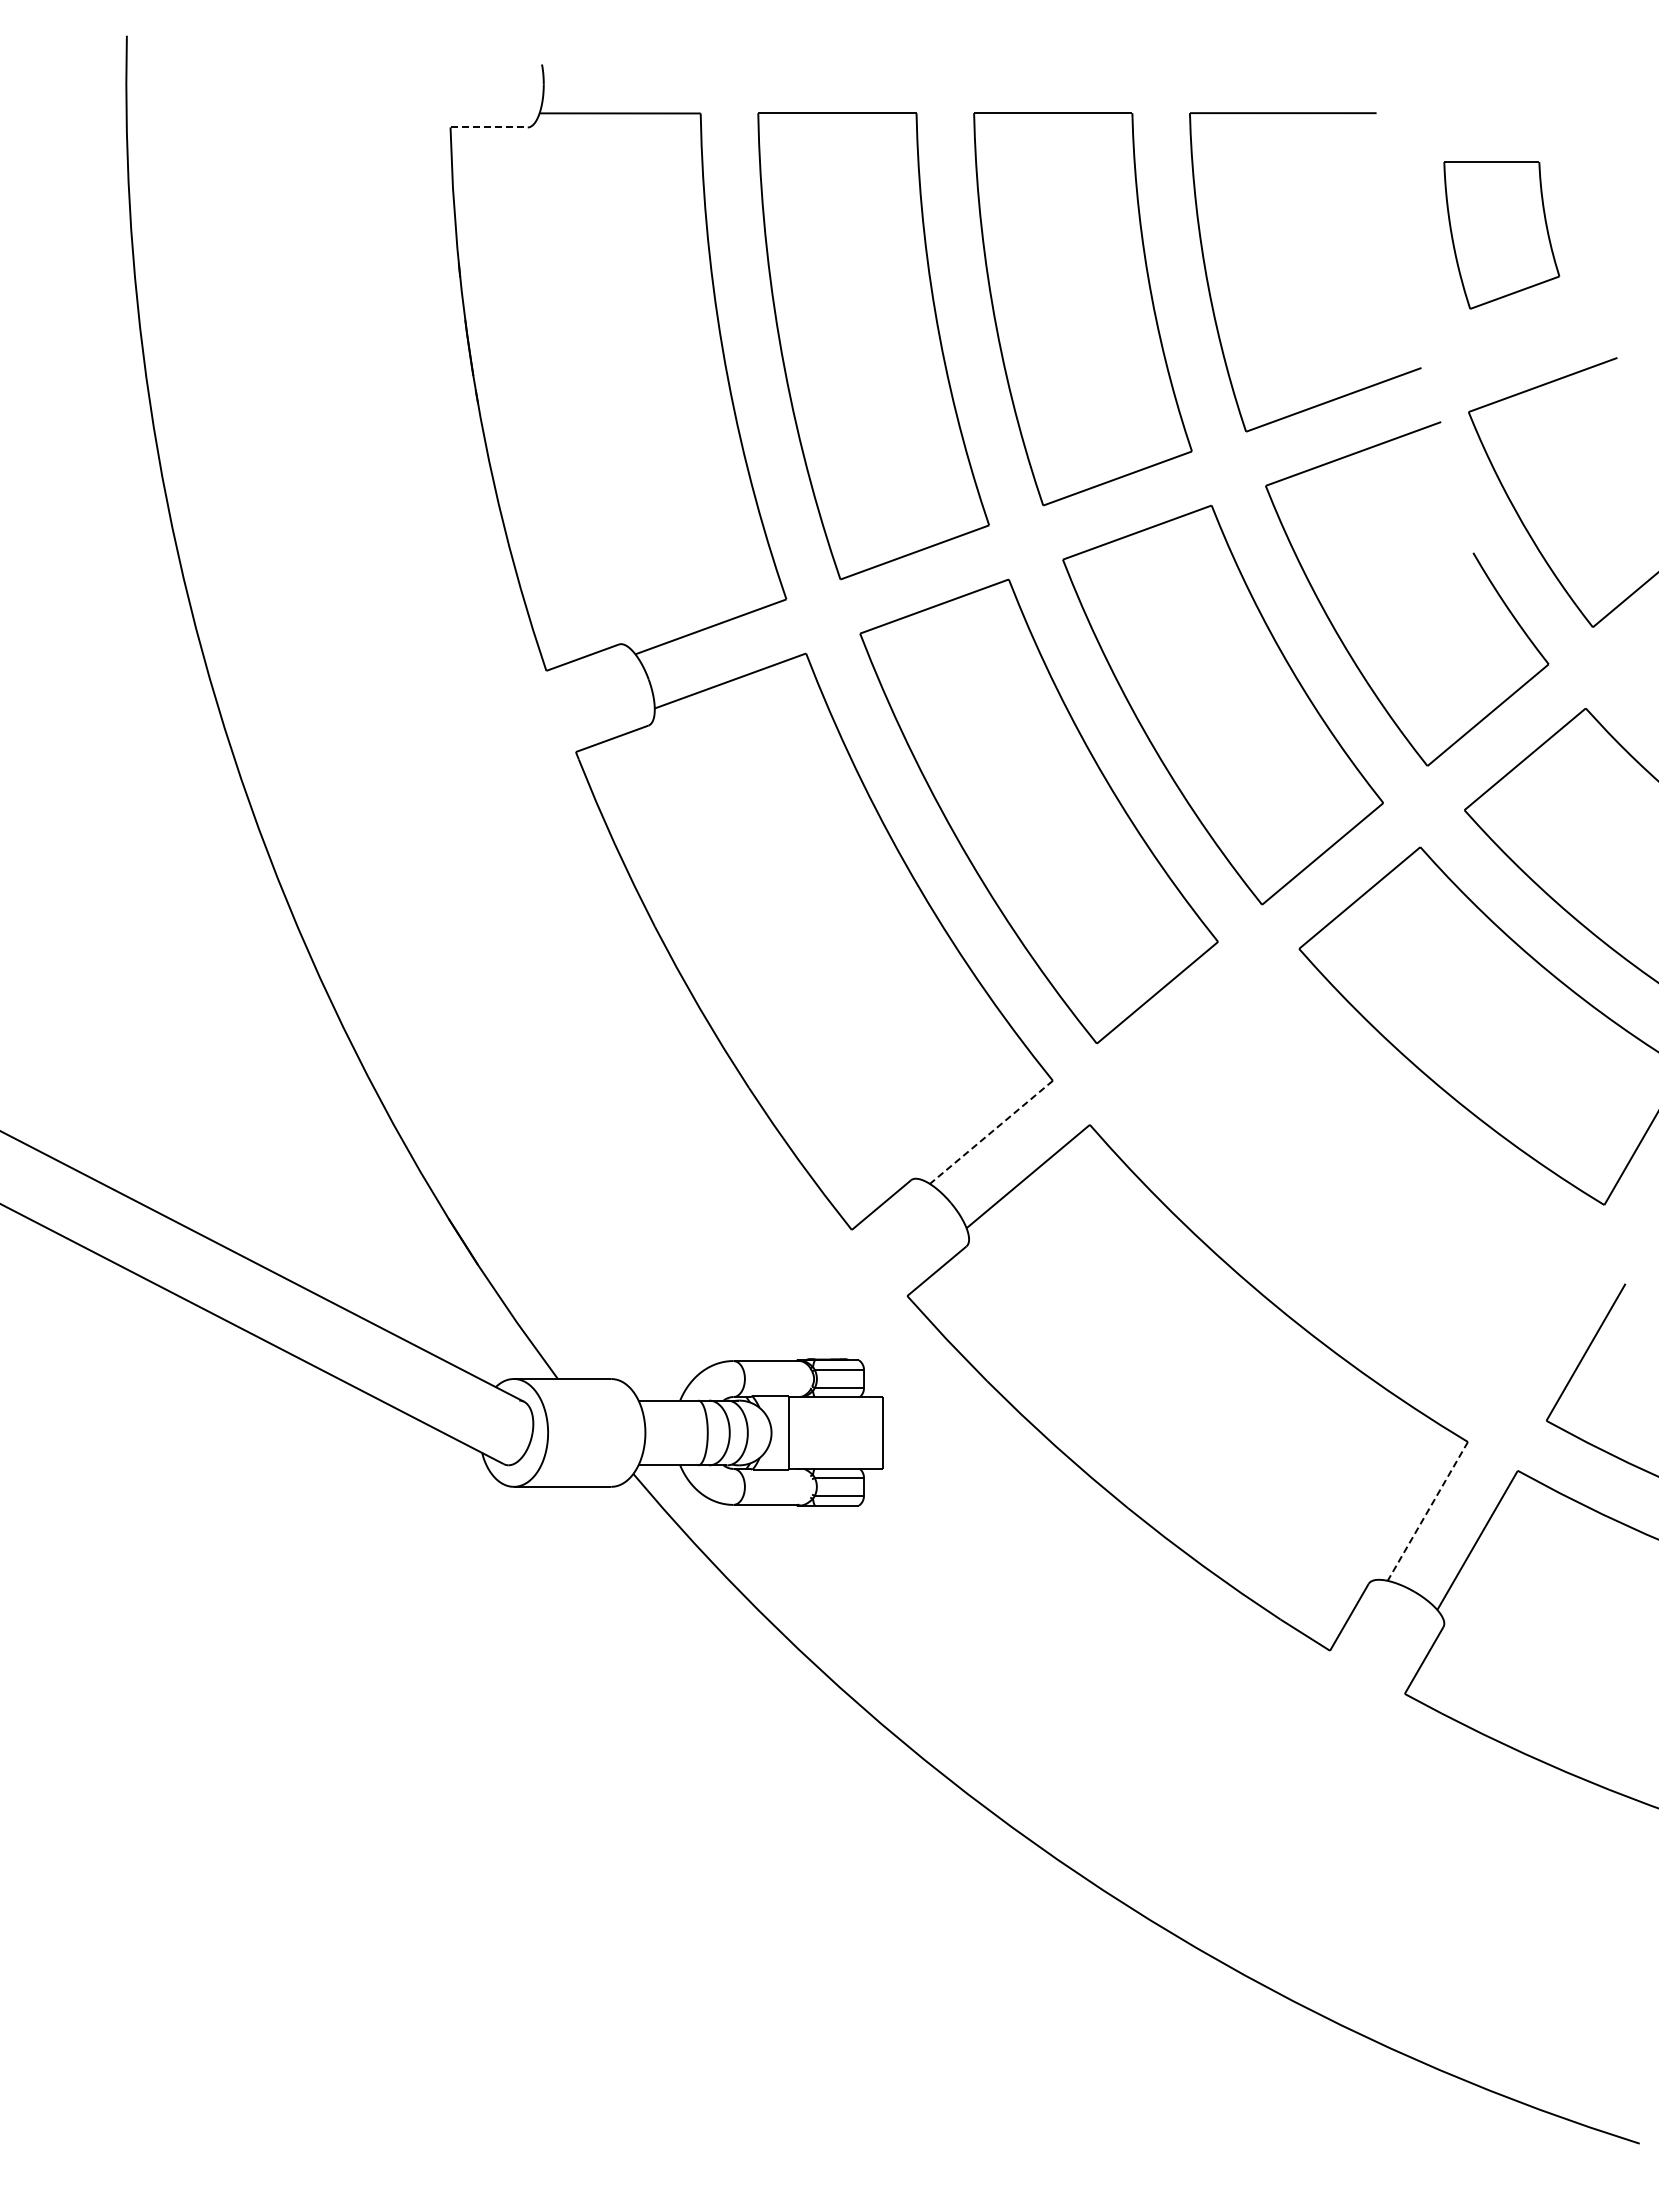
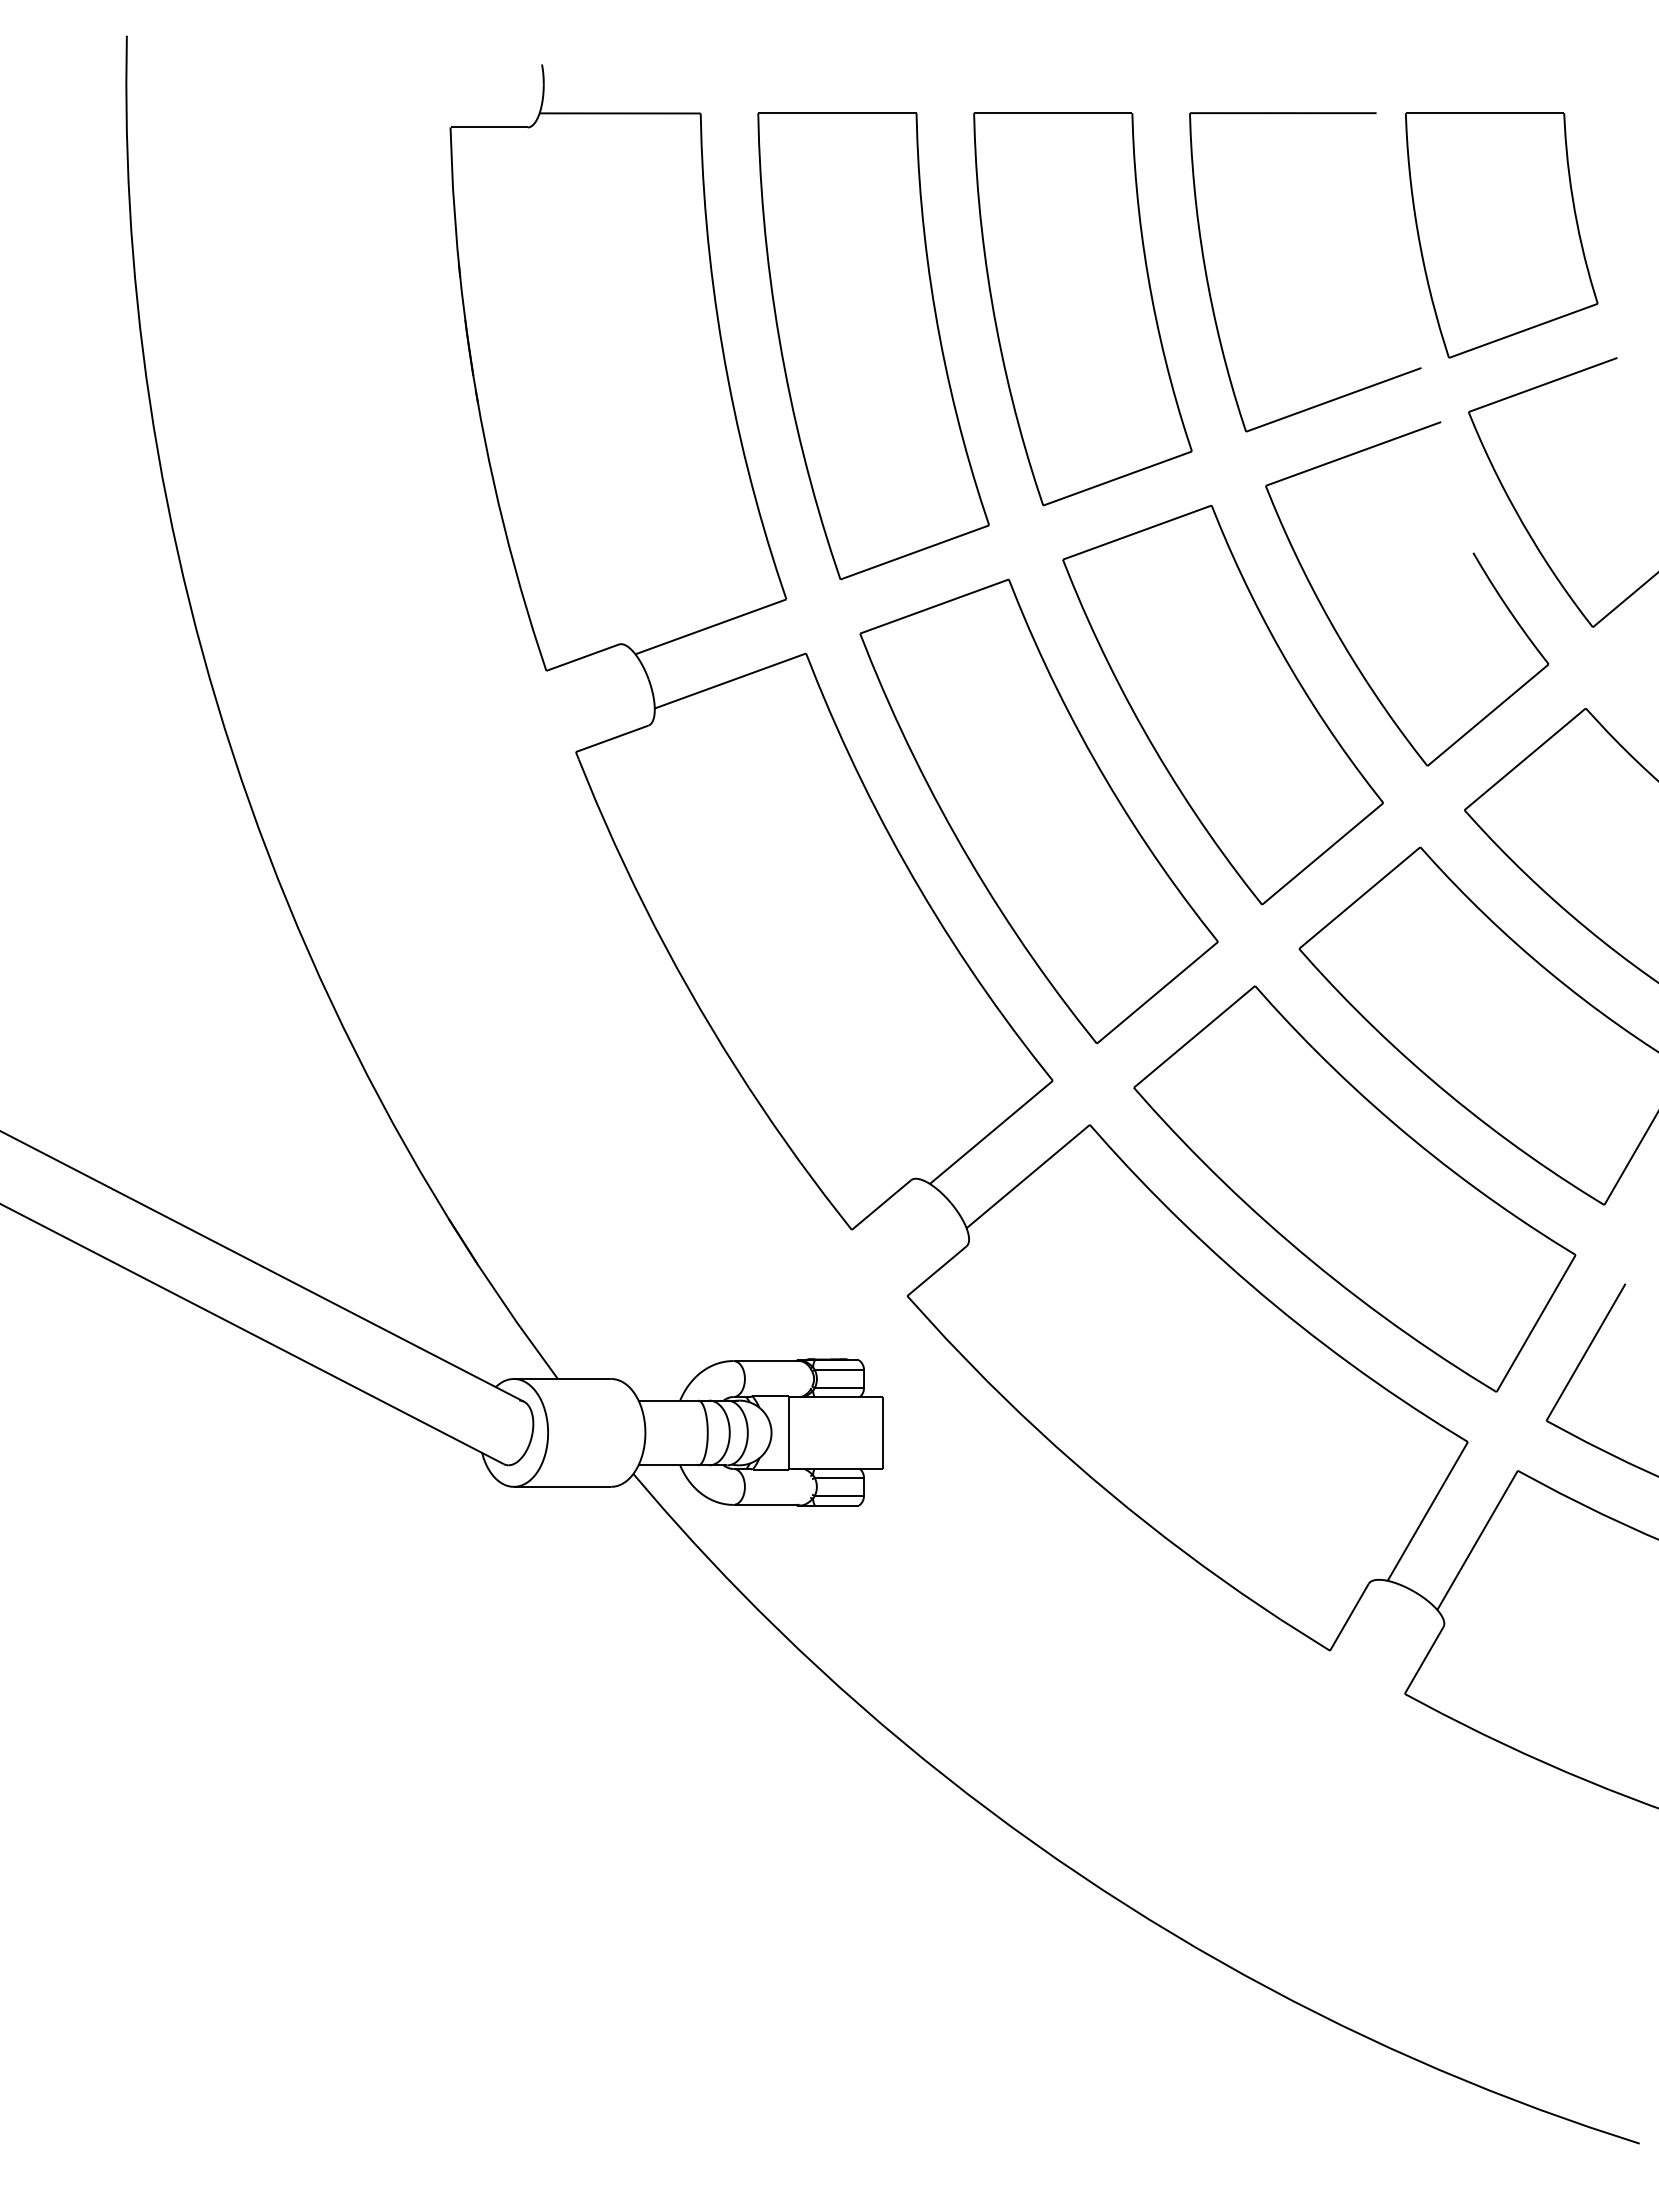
line at (489, 127): dashed -> solid
part at (1501, 235) size: 118x149 px -> 194x247 px
line at (991, 1132): dashed -> solid
part at (1354, 1188): none -> present
line at (1427, 1511): dashed -> solid
